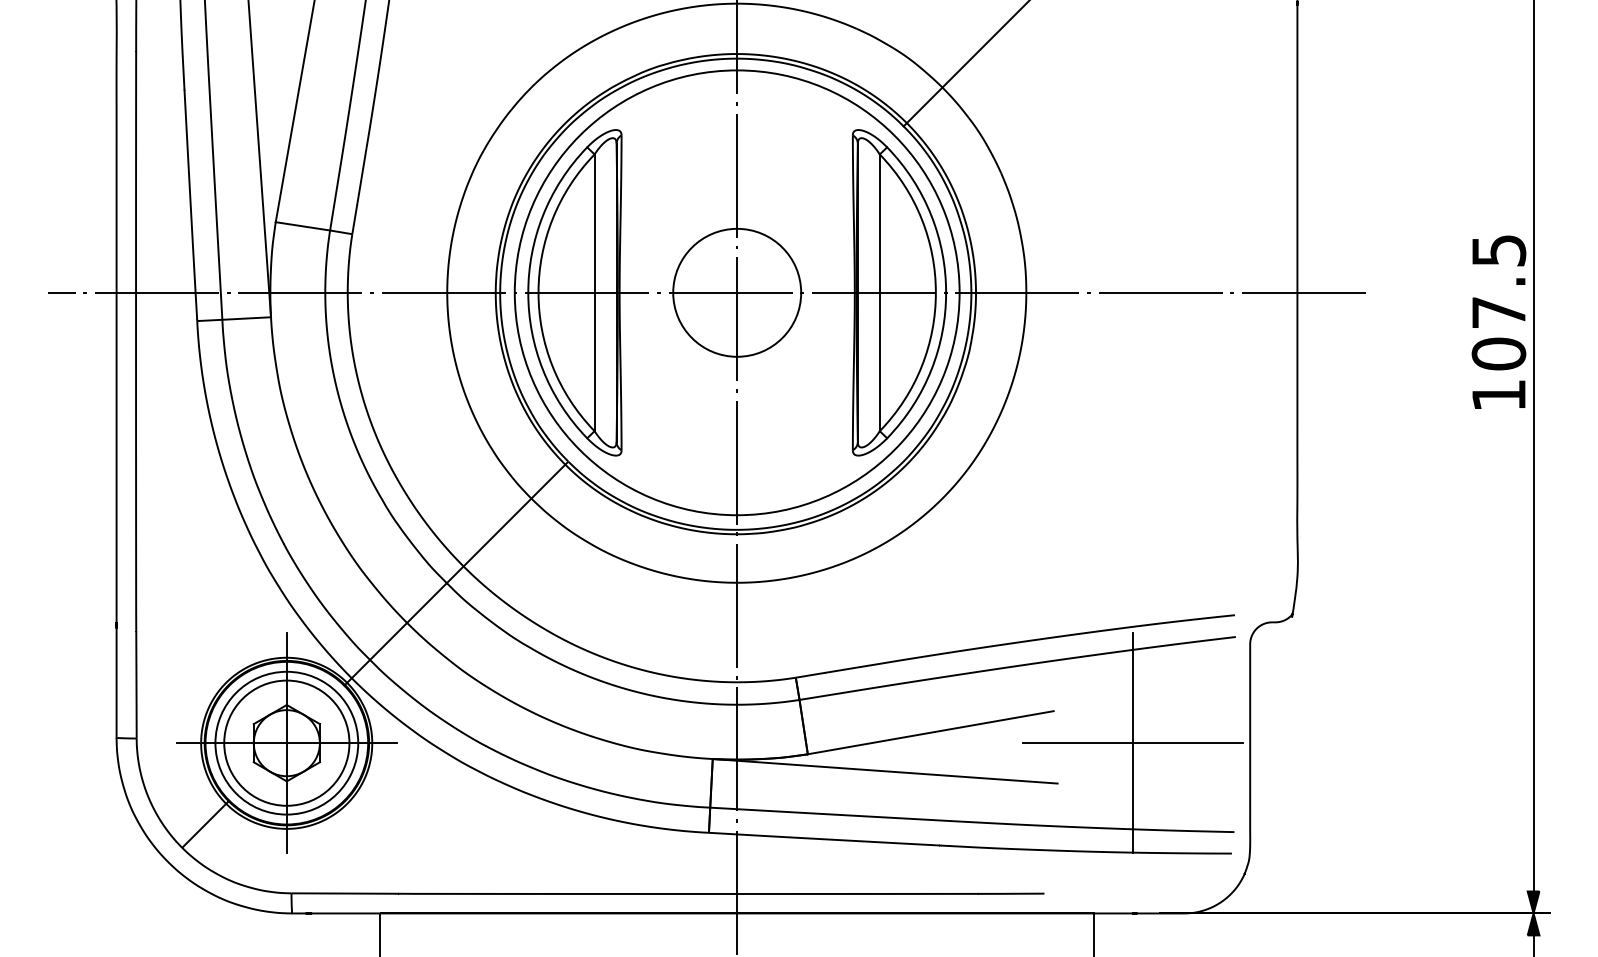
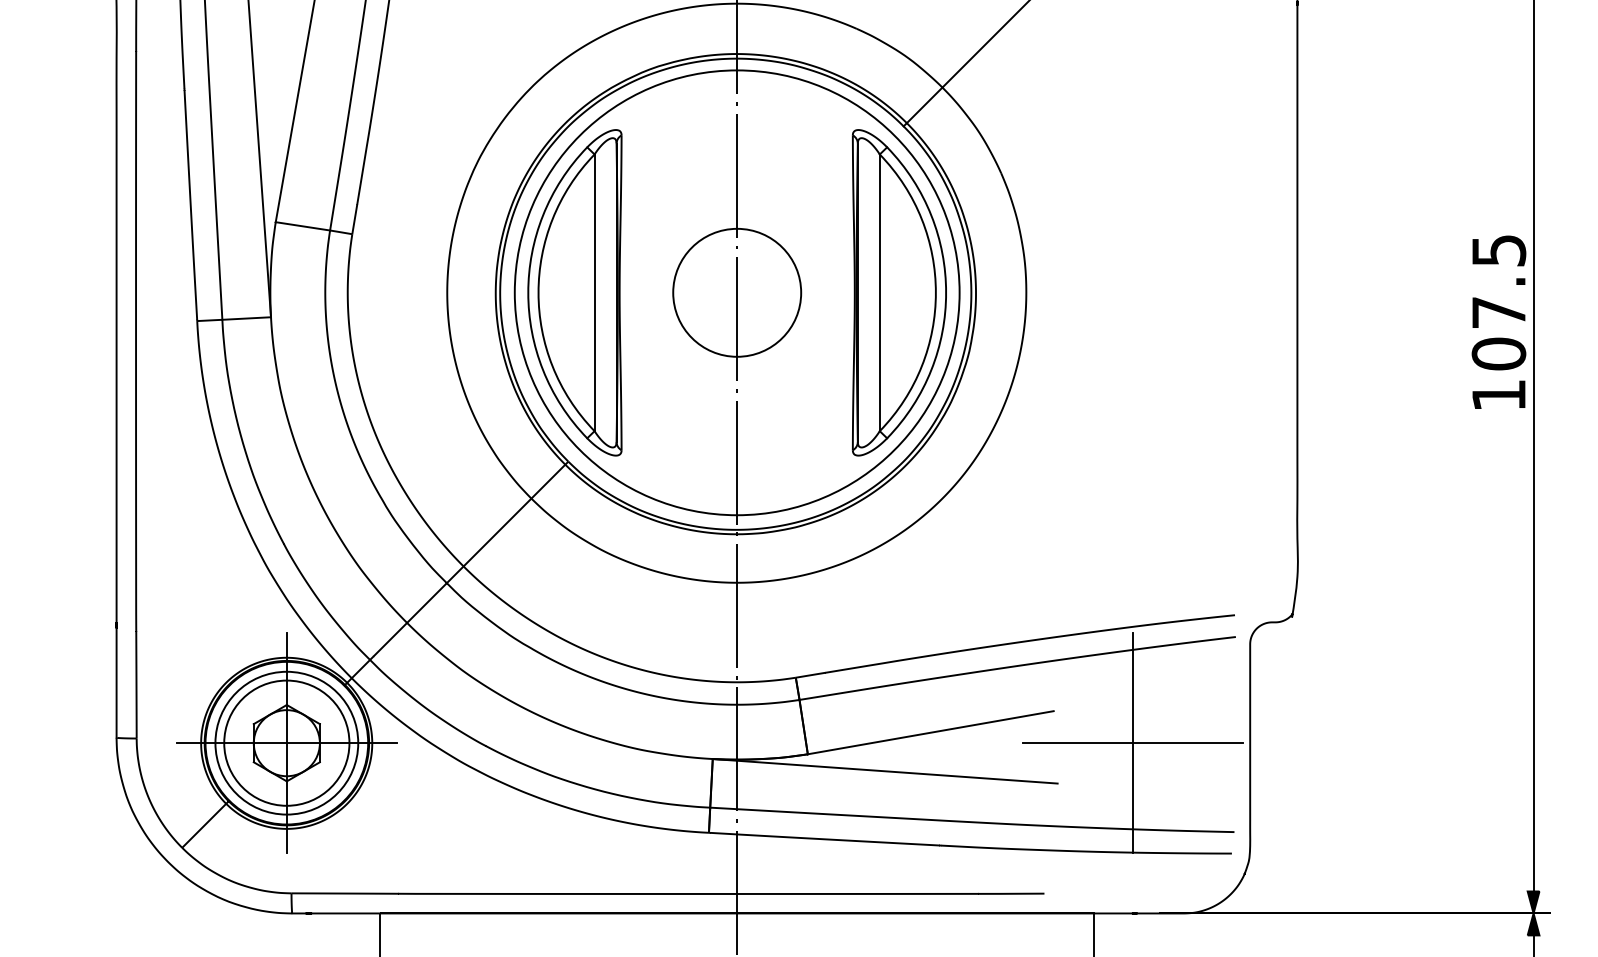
line at (706, 292): present -> none
